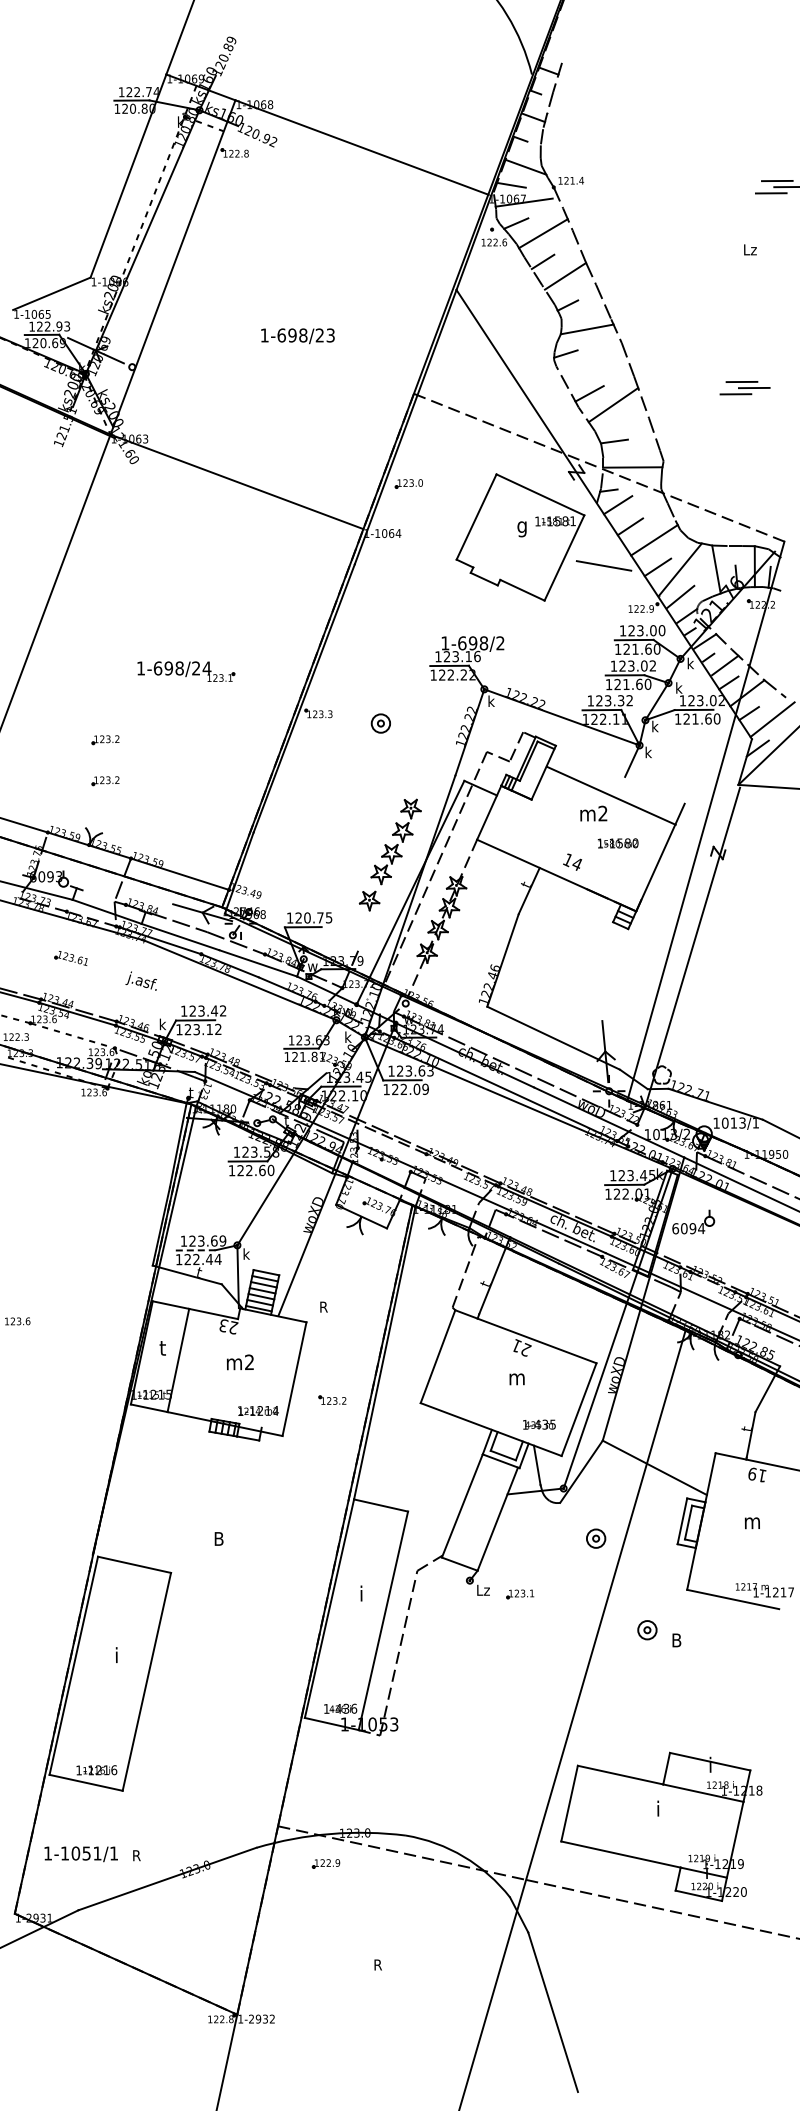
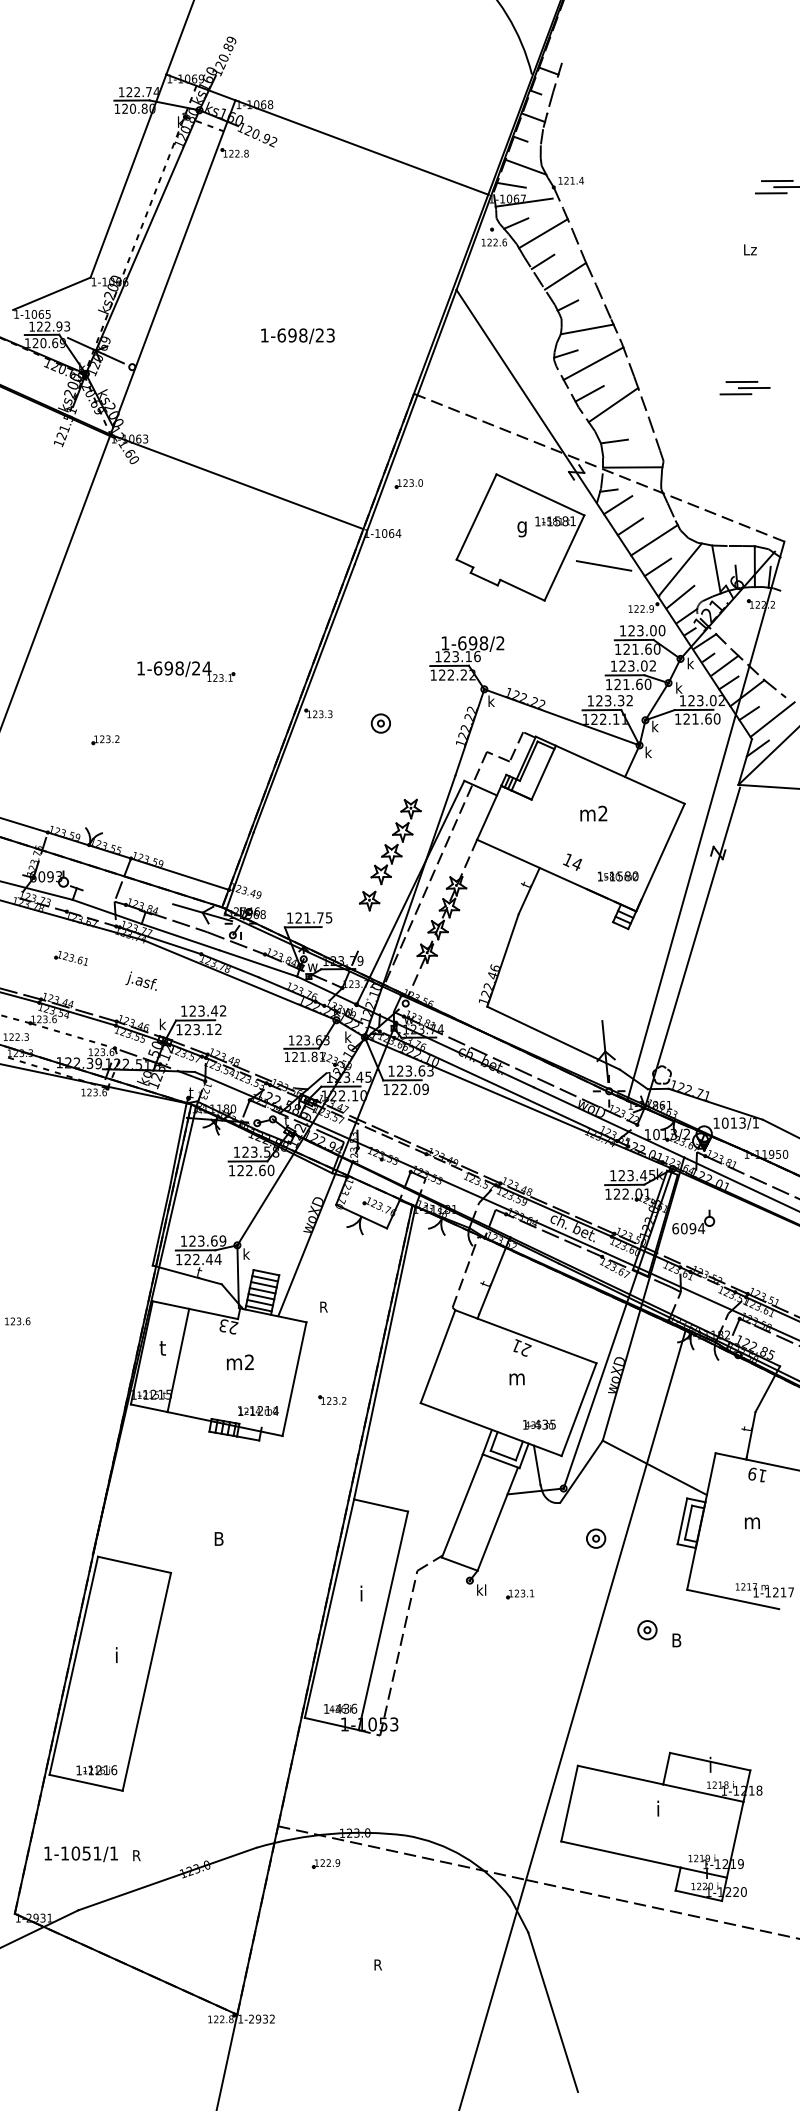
line at (593, 363): none -> present
part at (105, 781): present -> none
line at (610, 795) position: (610, 795) -> (619, 774)
text at (617, 843) position: (617, 843) -> (617, 876)
text at (307, 917): 120.75 -> 121.75
line at (195, 1250): dashed -> solid
text at (483, 1589): Lz -> kl
